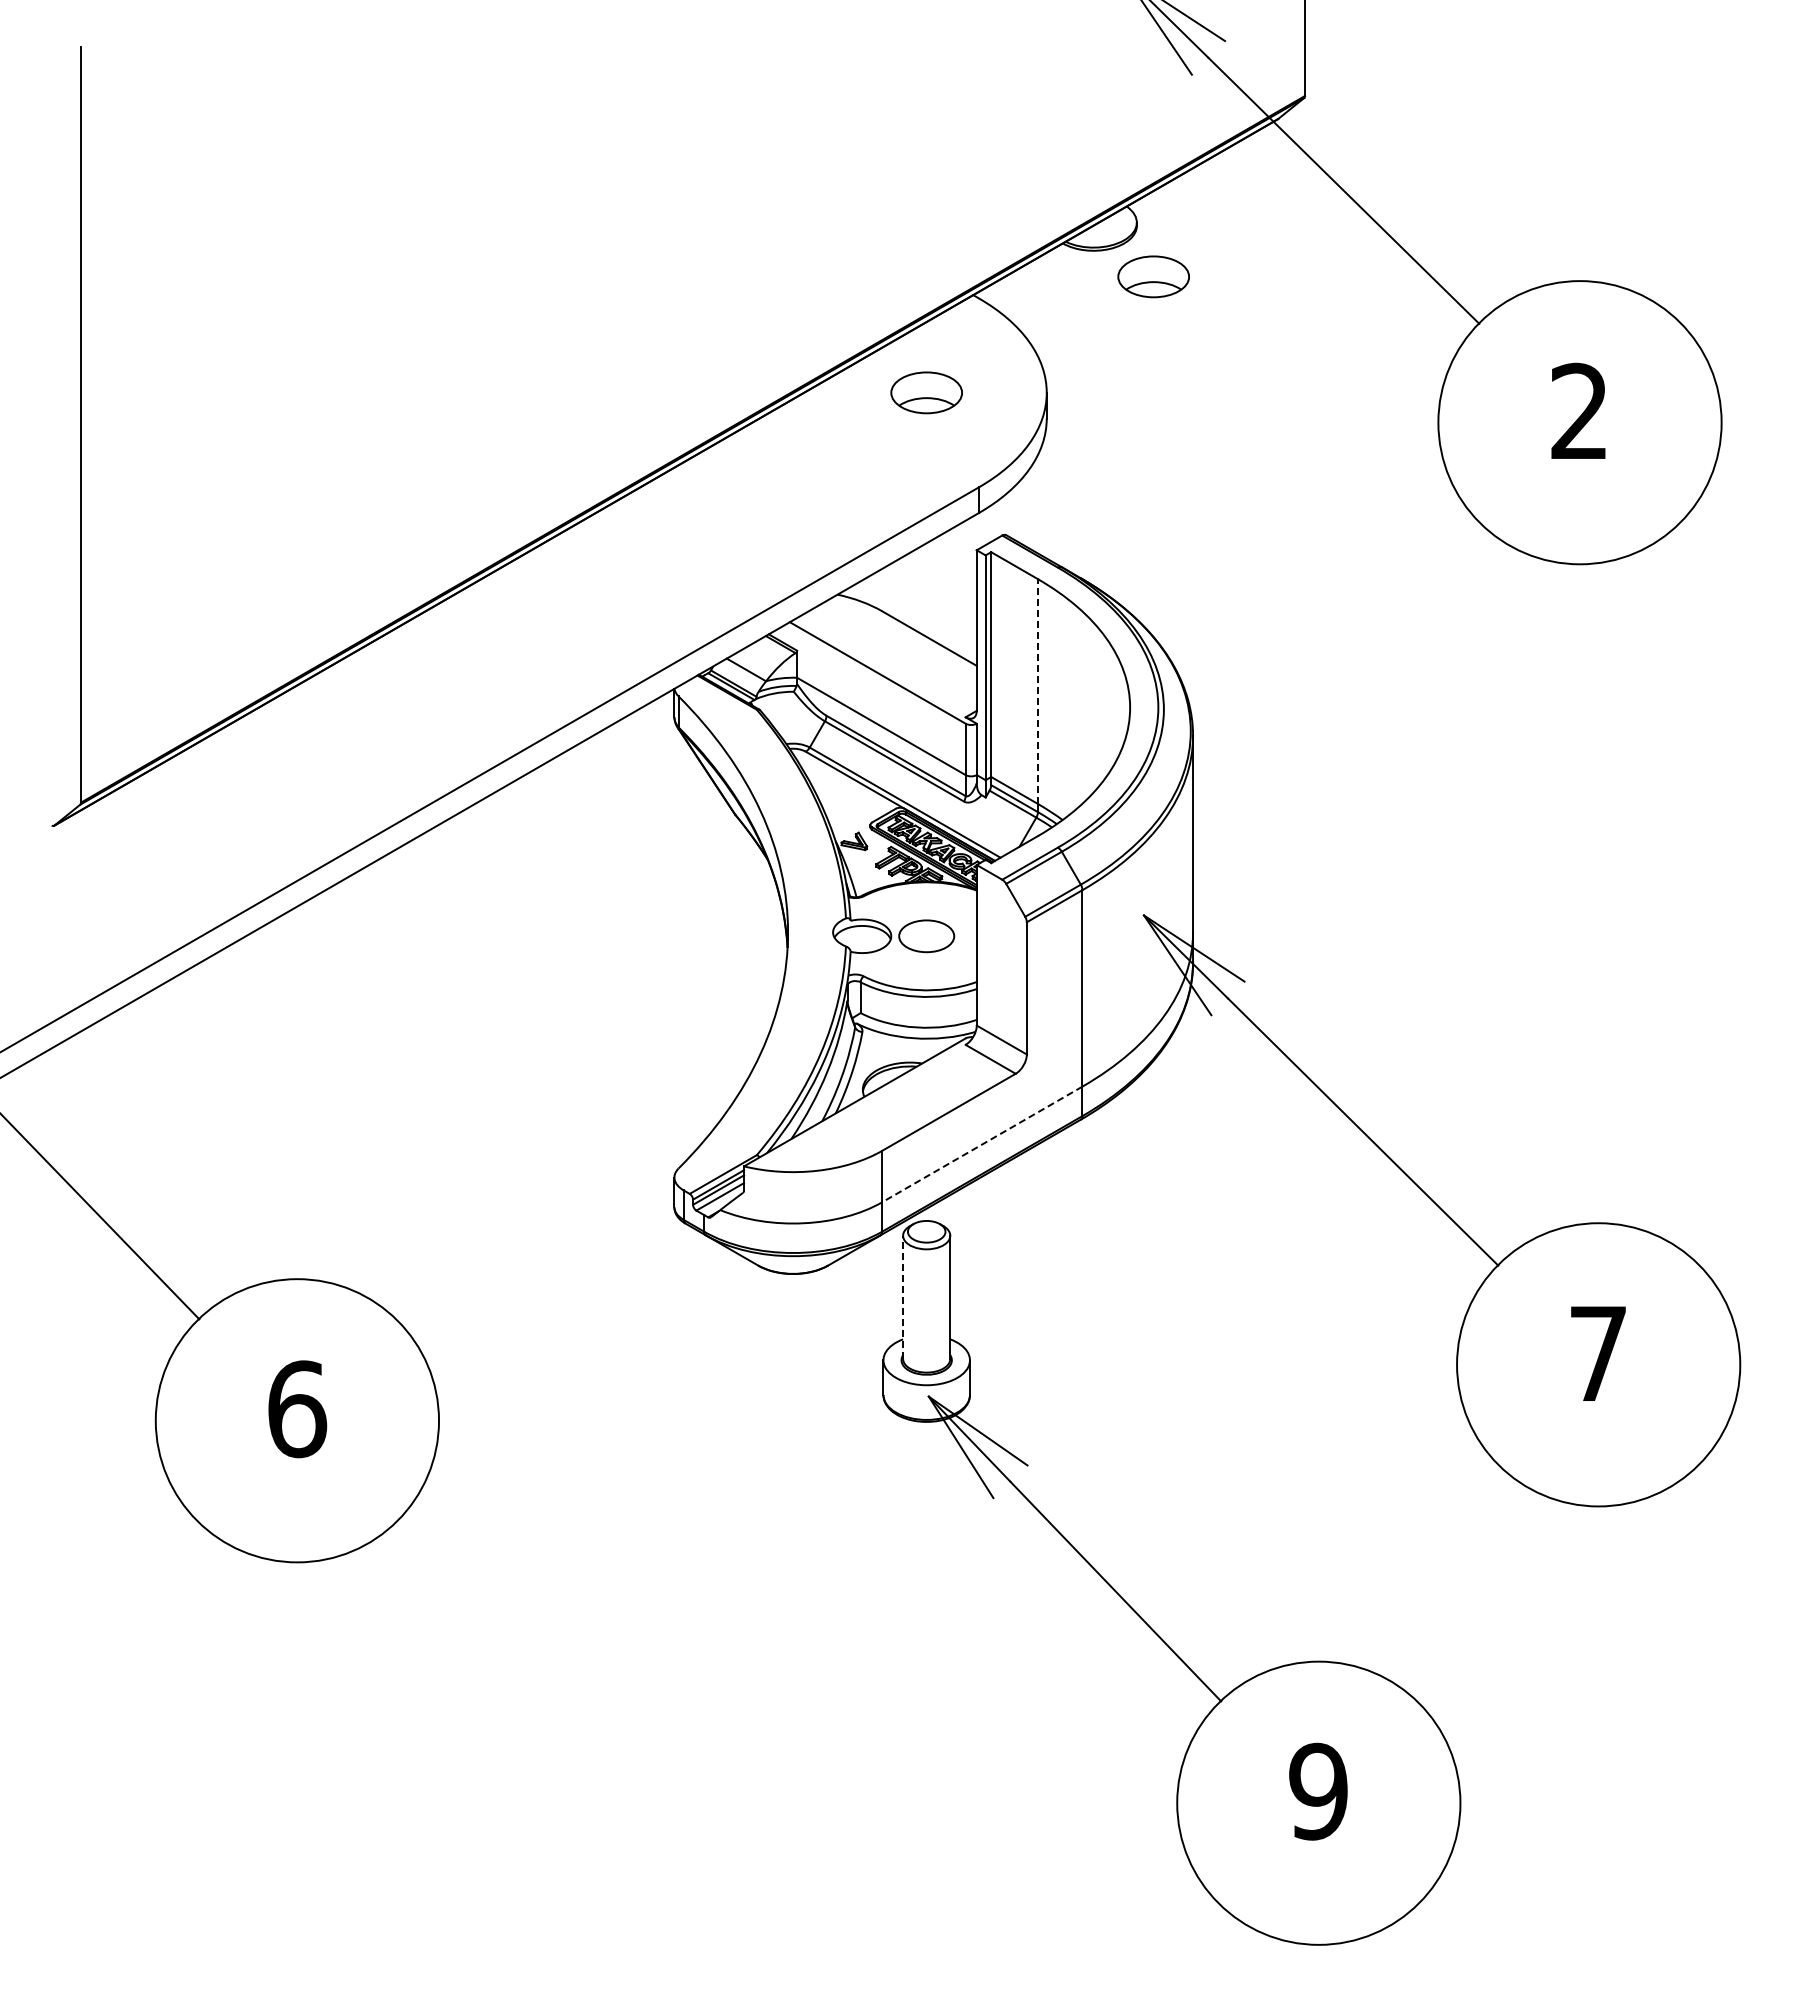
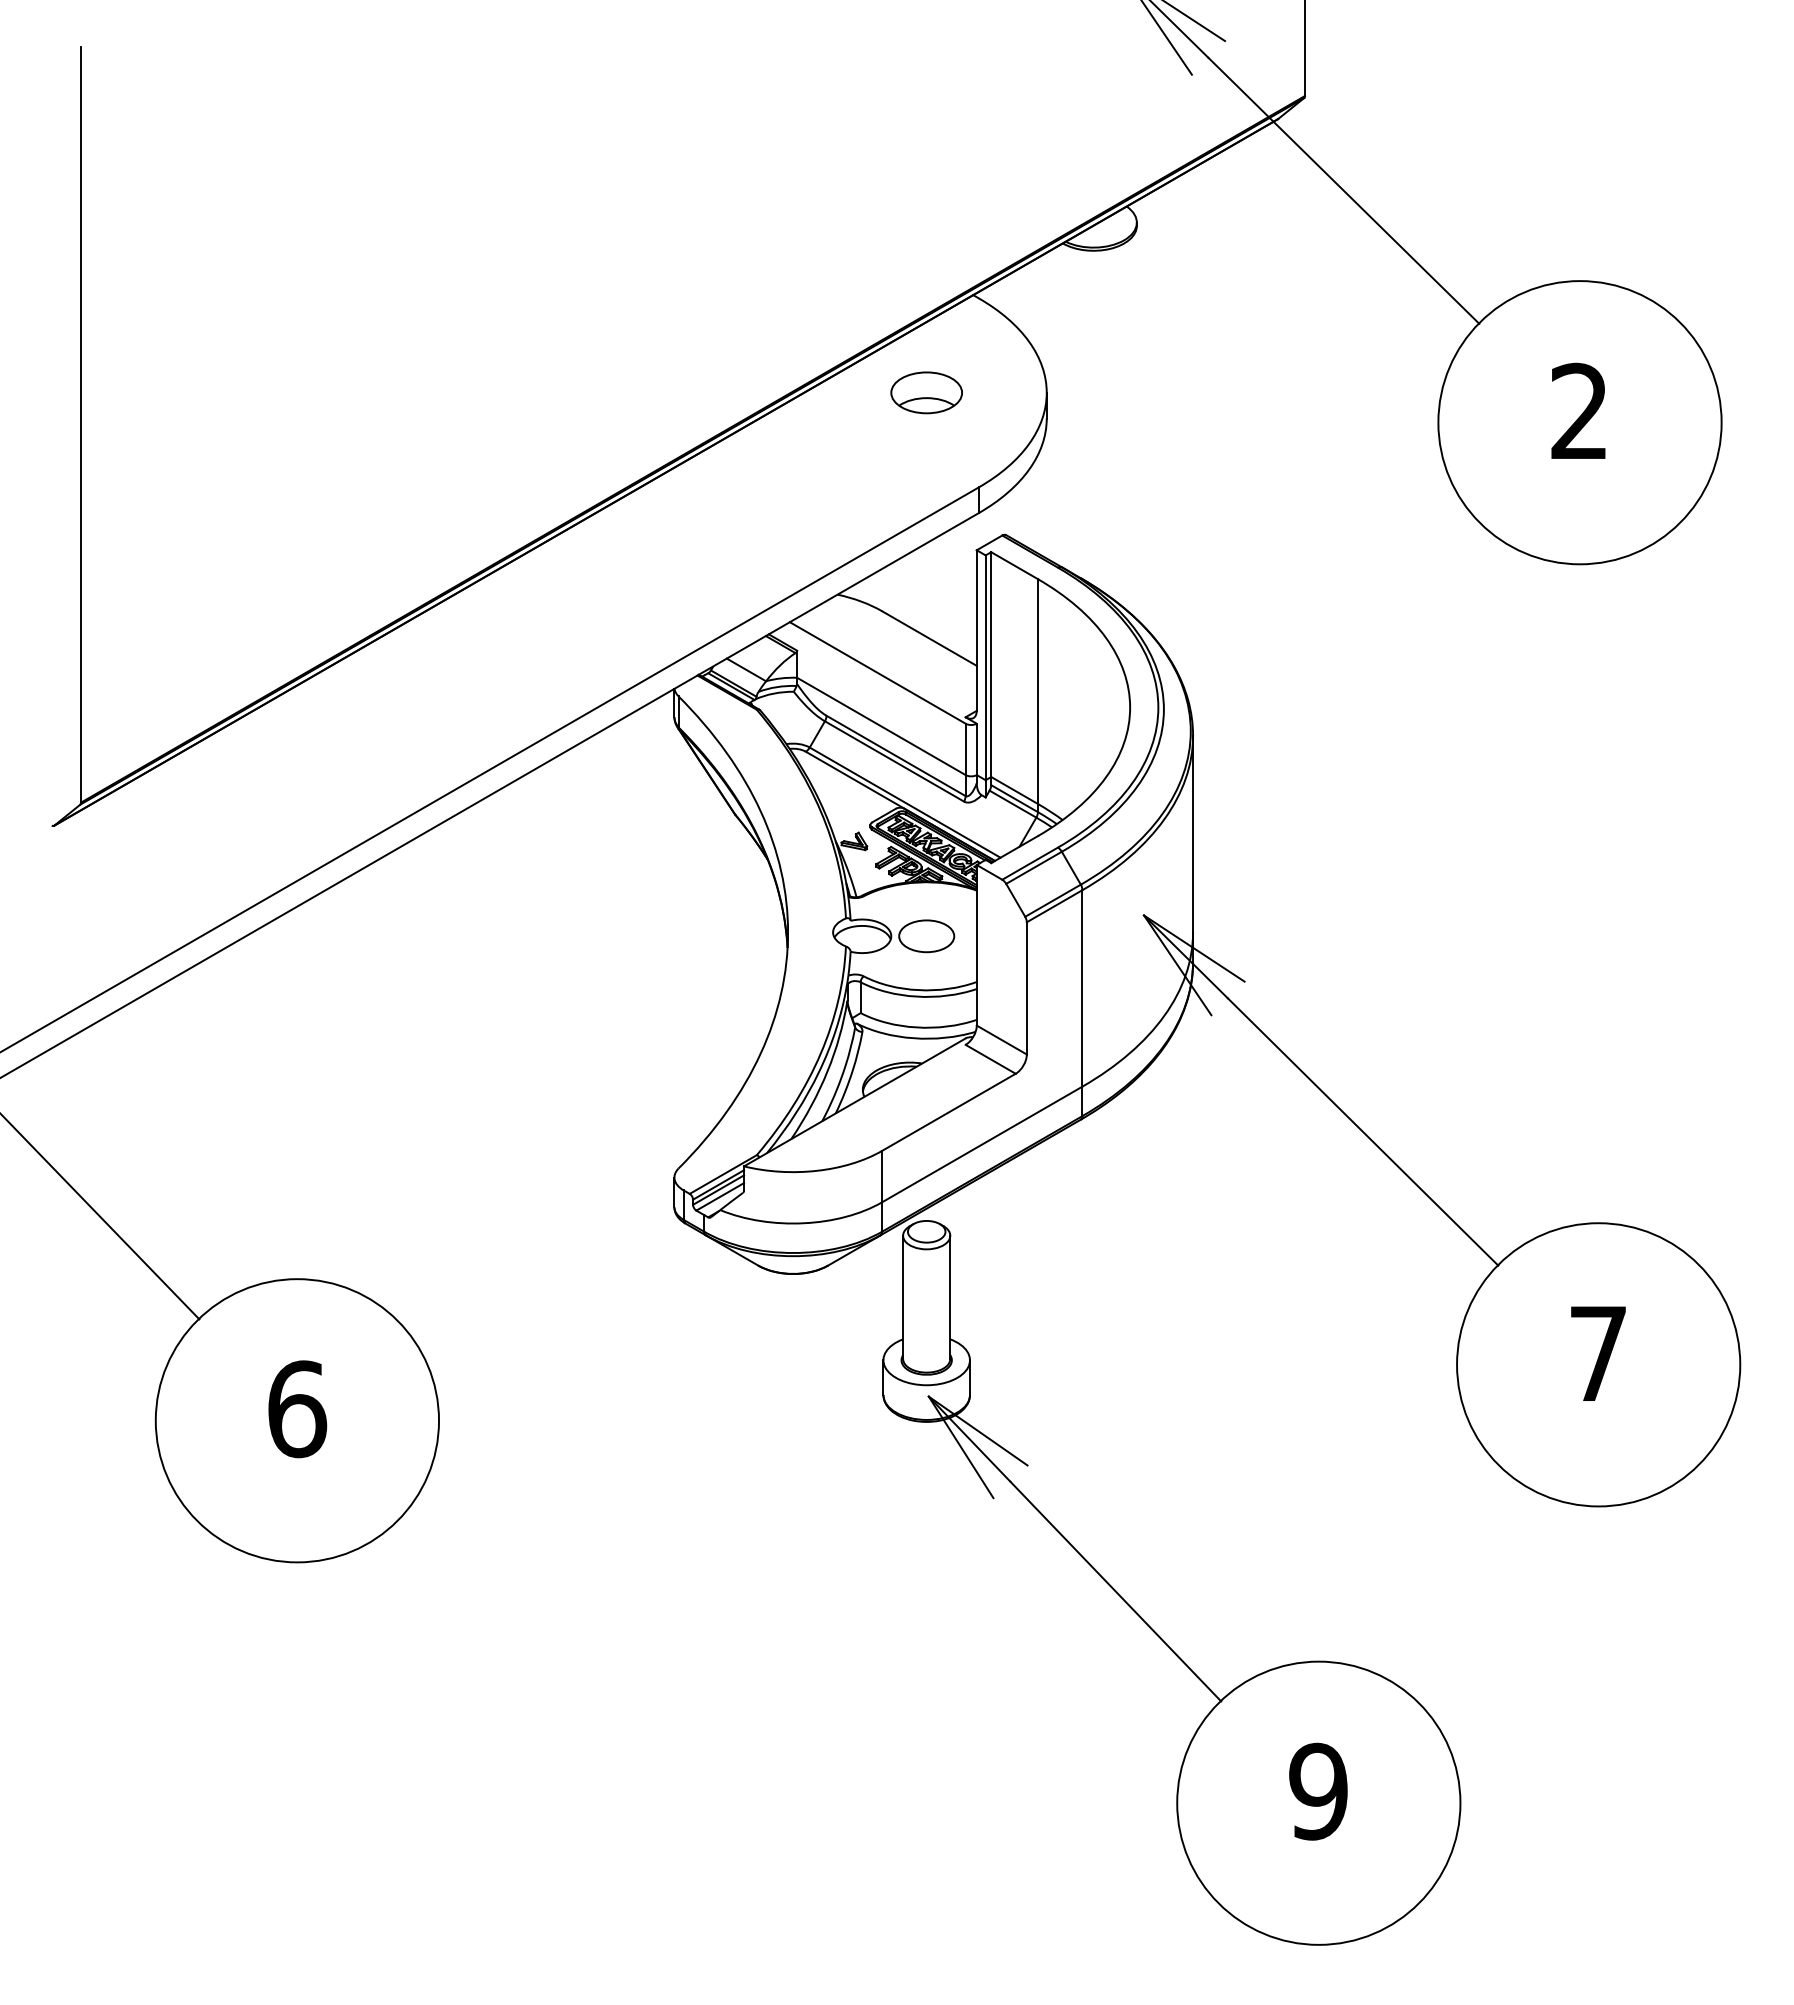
part at (1153, 276): present -> none
line at (1037, 691): dashed -> solid
line at (982, 1144): dashed -> solid
line at (903, 1297): dashed -> solid
